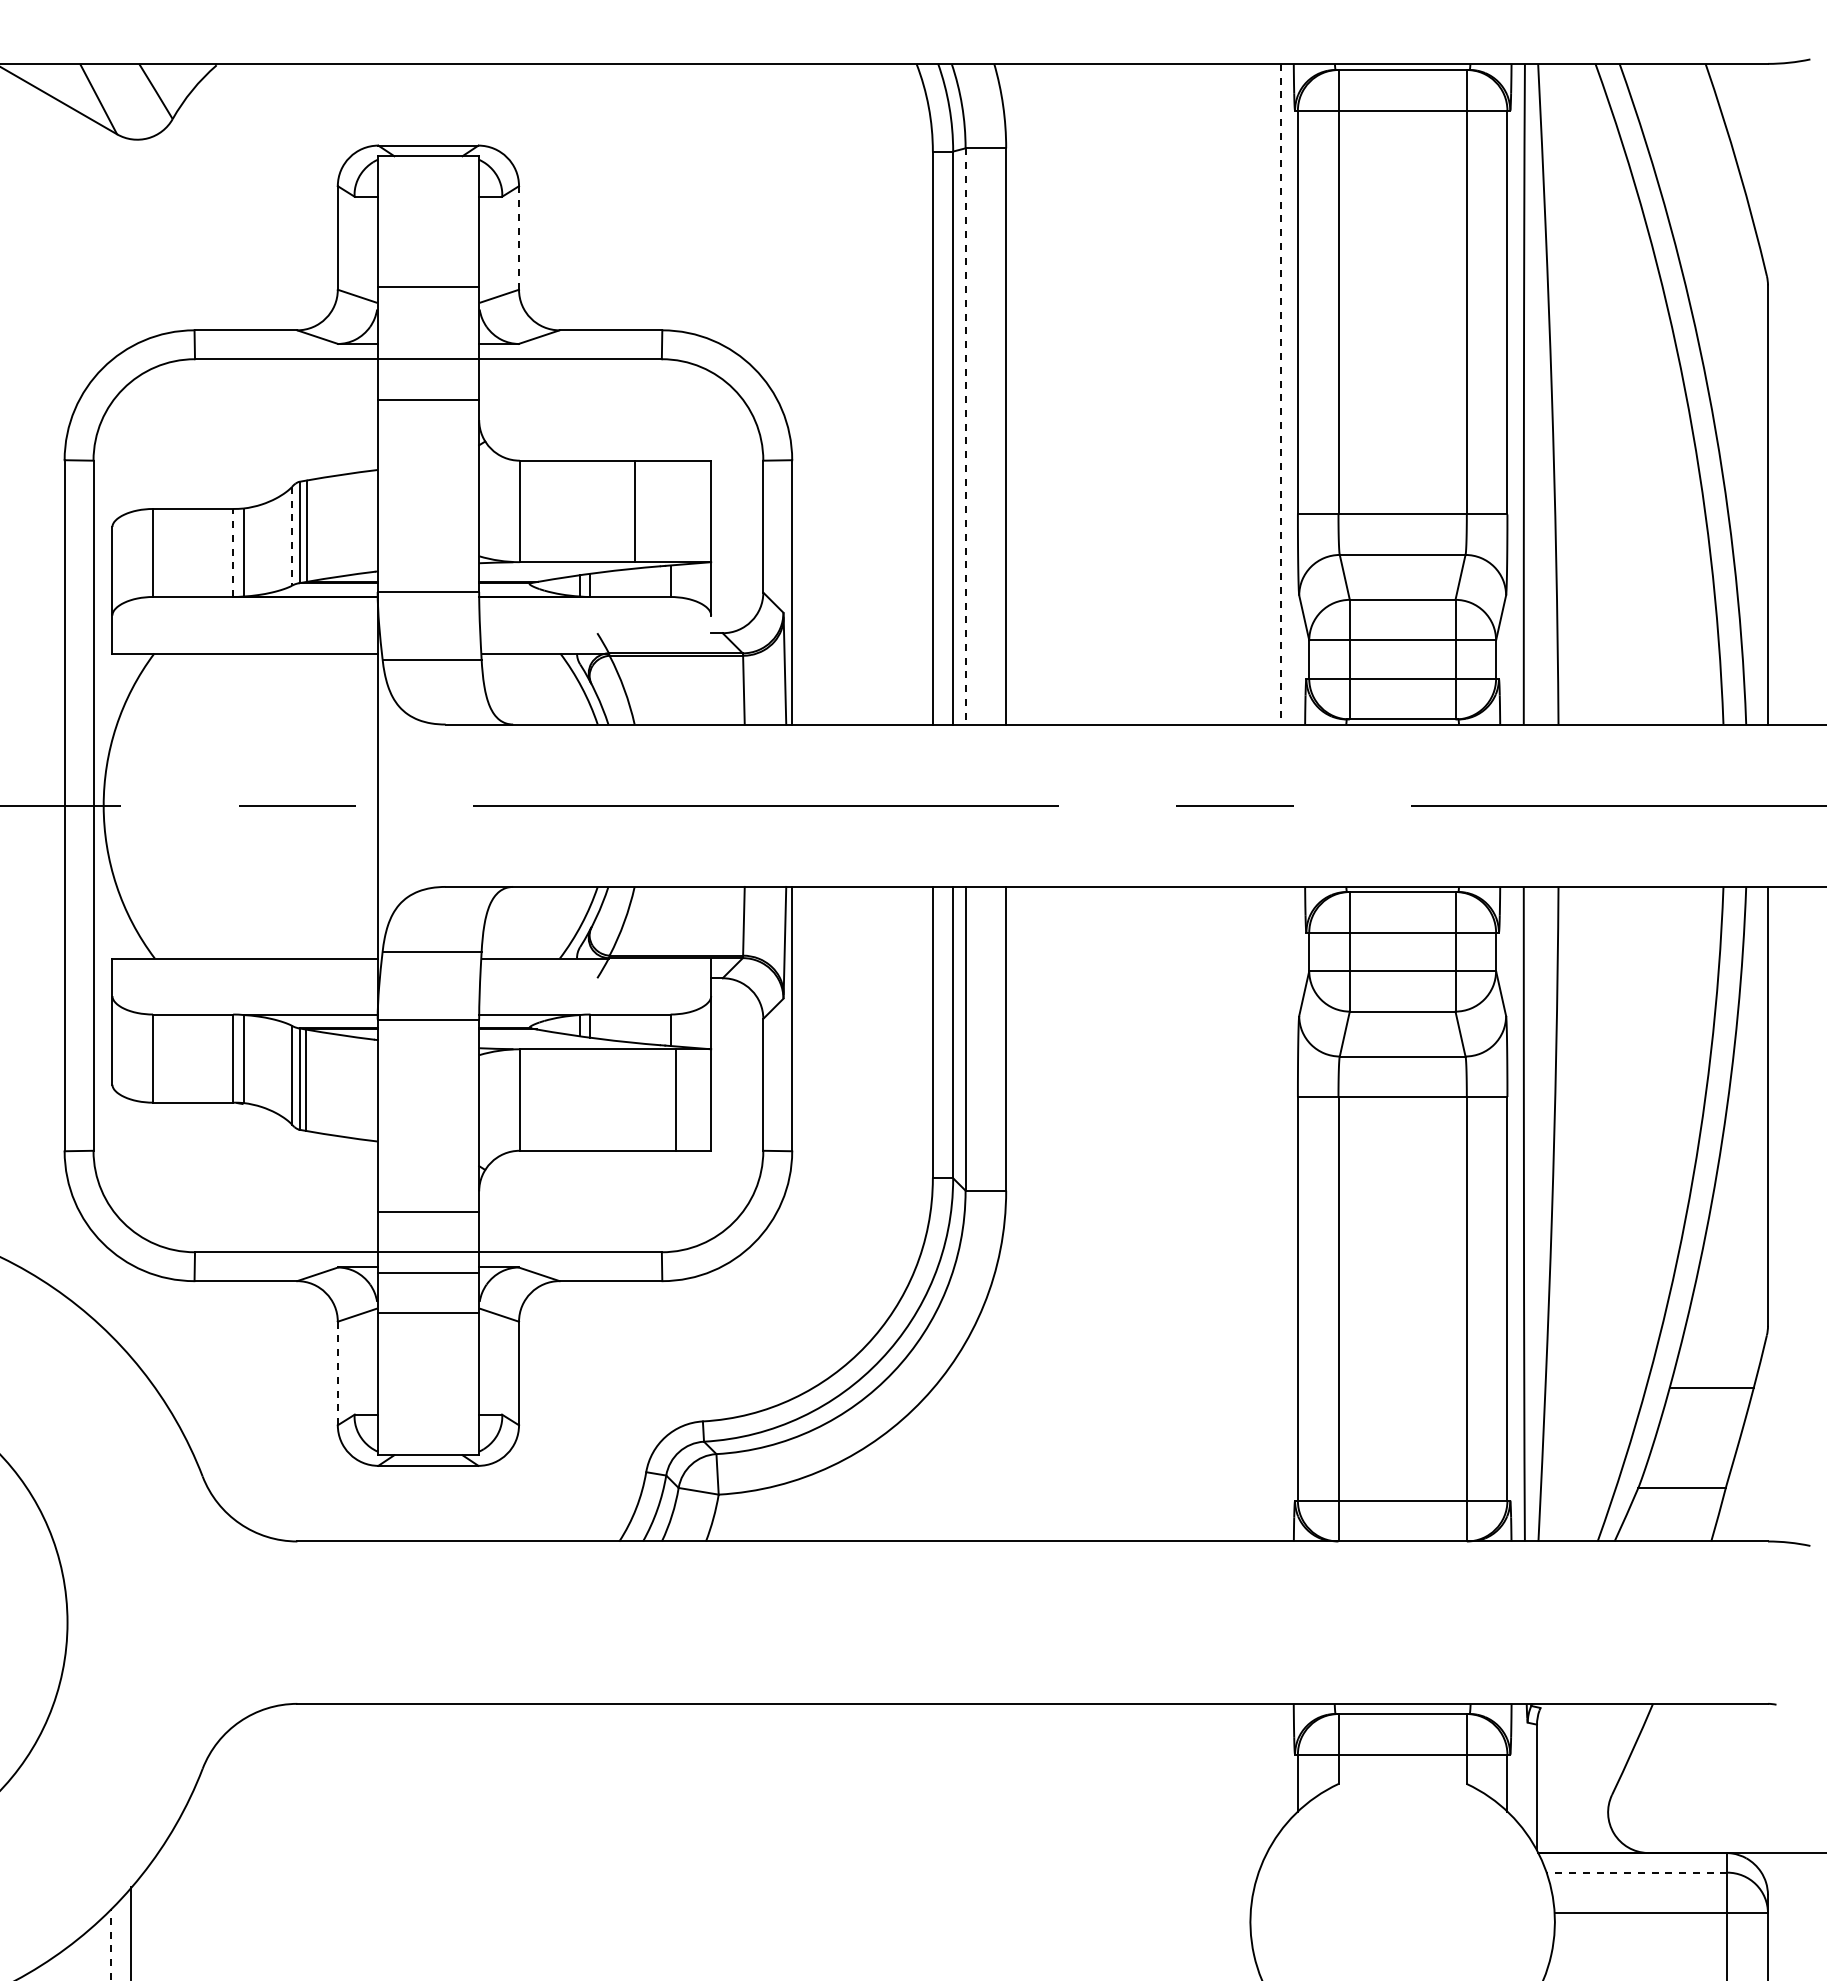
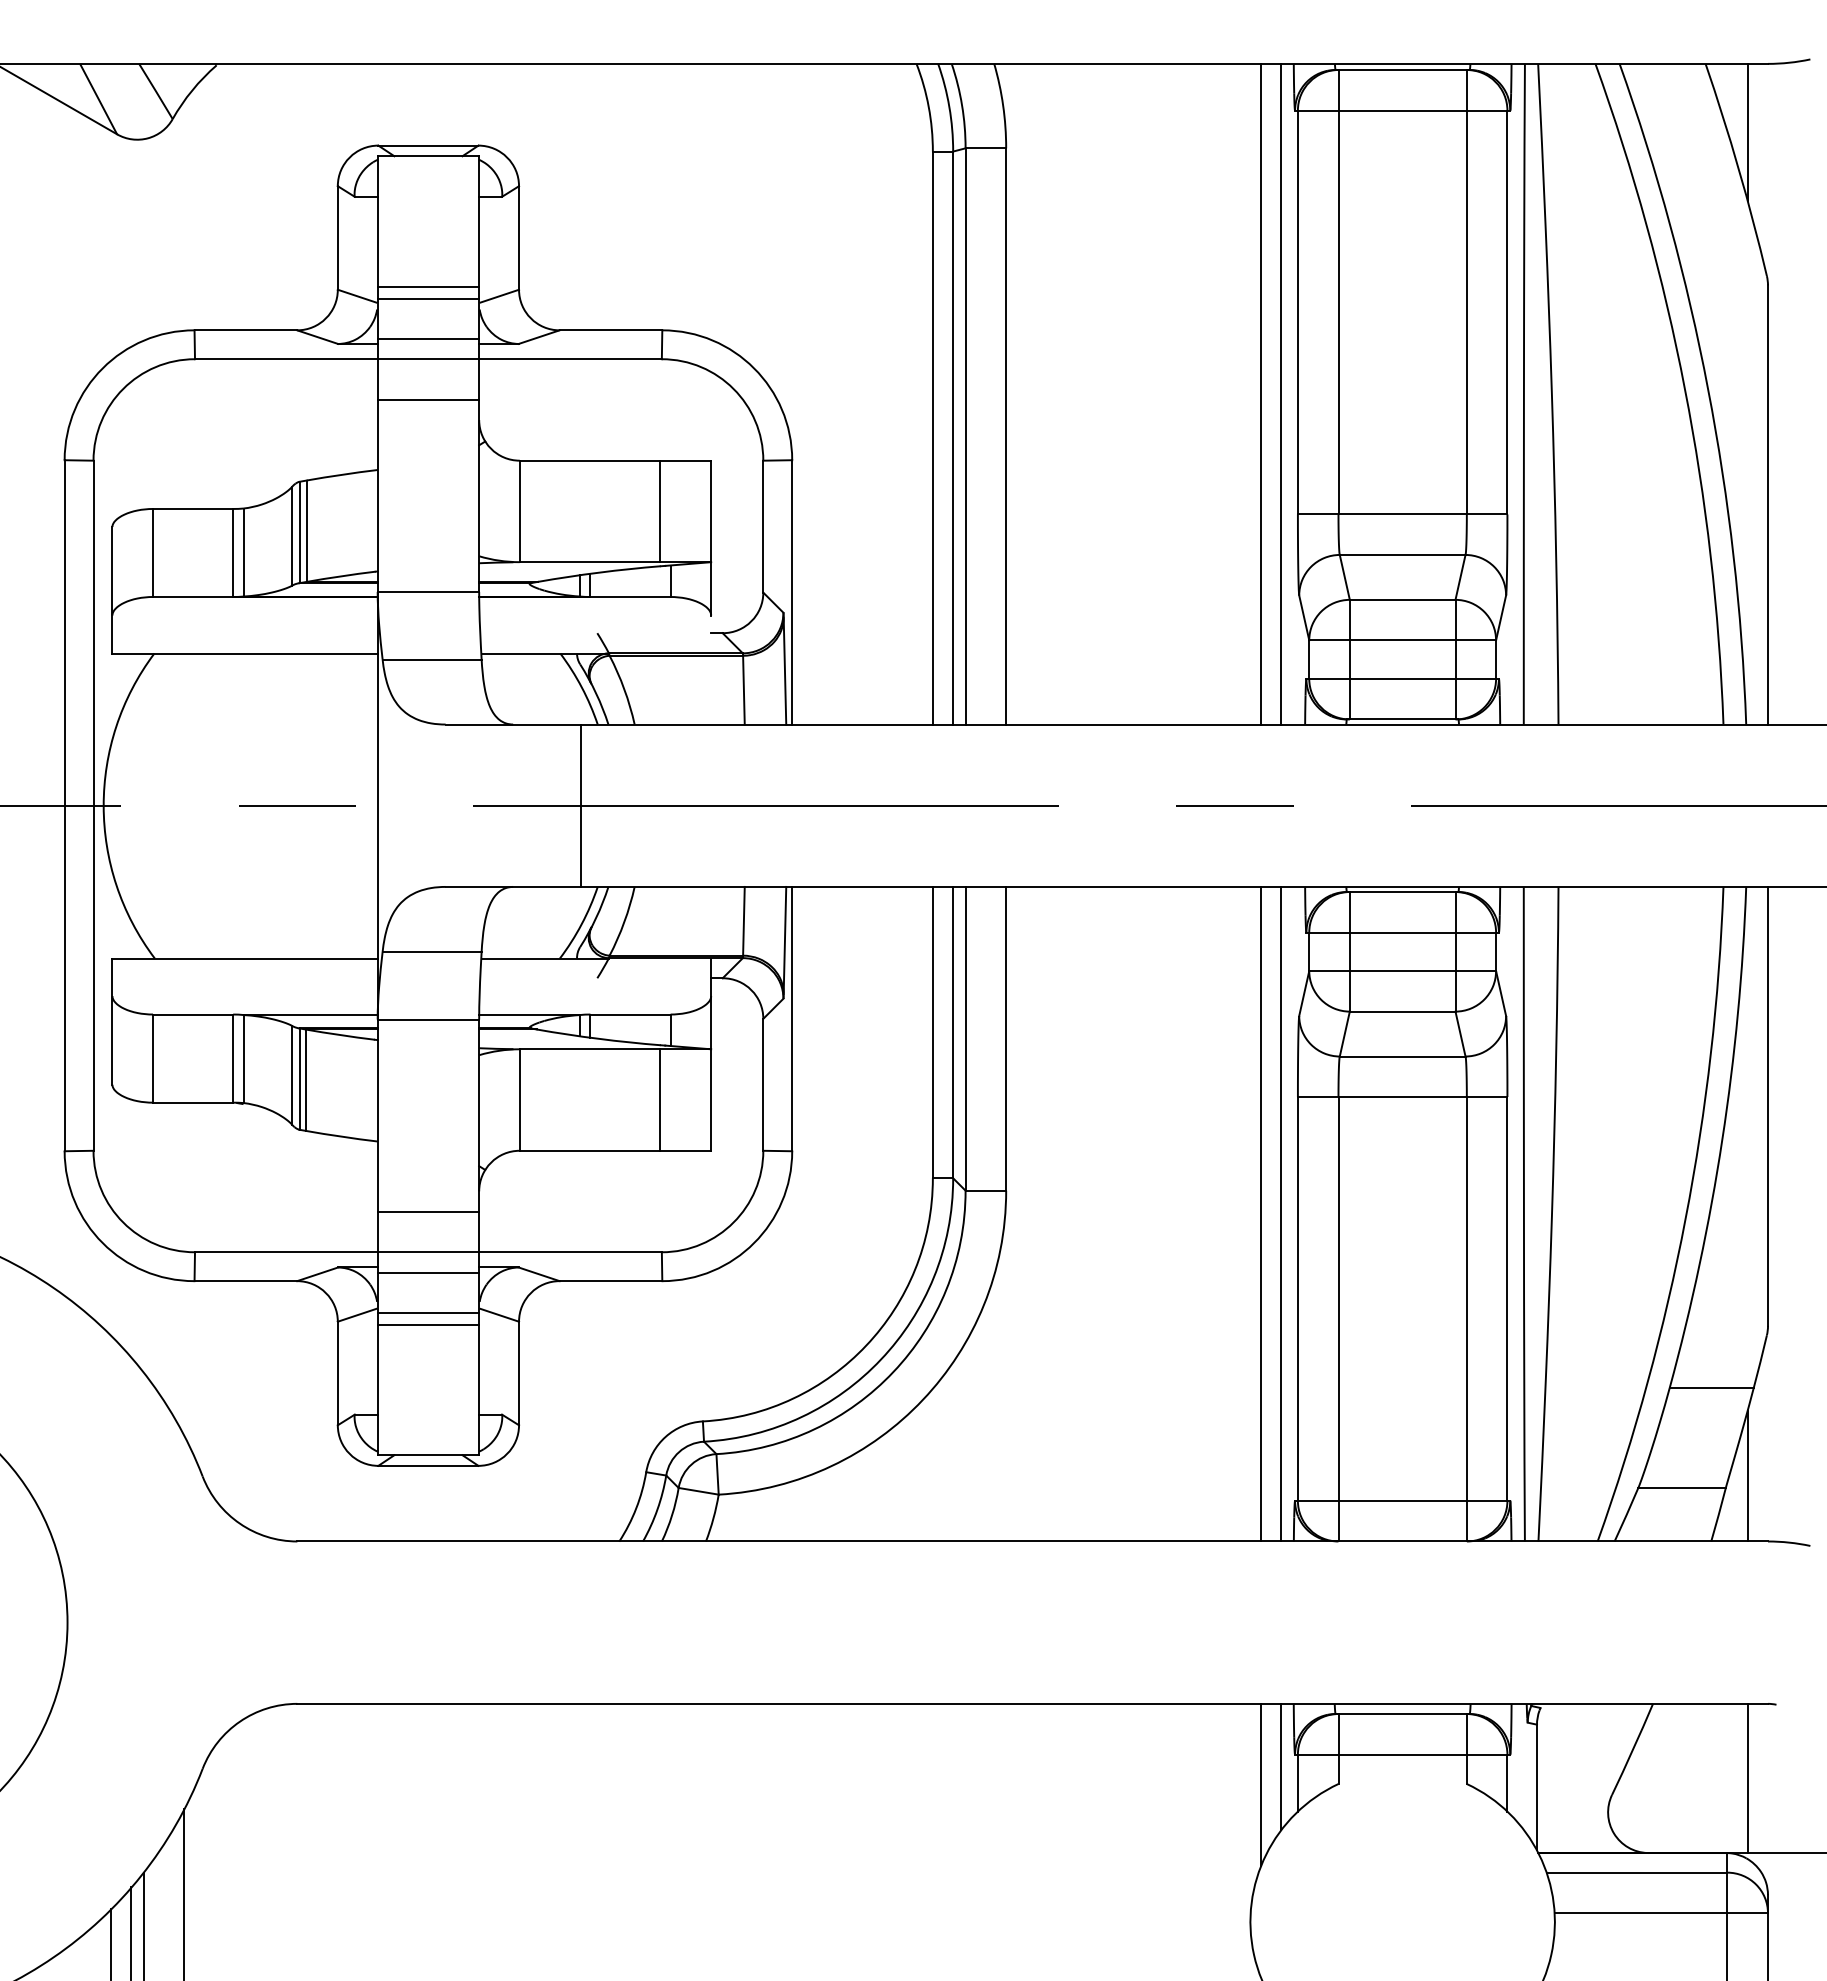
line at (1747, 132): none -> present
line at (519, 237): dashed -> solid
line at (428, 298): none -> present
line at (428, 338): none -> present
line at (1260, 393): none -> present
line at (1281, 394): dashed -> solid
line at (965, 436): dashed -> solid
line at (635, 511) position: (635, 511) -> (660, 511)
line at (292, 536): dashed -> solid
line at (233, 552): dashed -> solid
line at (580, 805): none -> present
line at (676, 1099) position: (676, 1099) -> (660, 1099)
line at (1260, 1213): none -> present
line at (1281, 1213): none -> present
line at (428, 1324): none -> present
line at (337, 1373): dashed -> solid
line at (1747, 1475): none -> present
line at (1281, 1766): none -> present
line at (1747, 1778): none -> present
line at (1260, 1784): none -> present
line at (1636, 1872): dashed -> solid
line at (184, 1893): none -> present
line at (143, 1924): none -> present
line at (110, 1944): dashed -> solid
